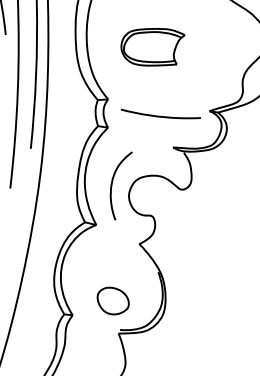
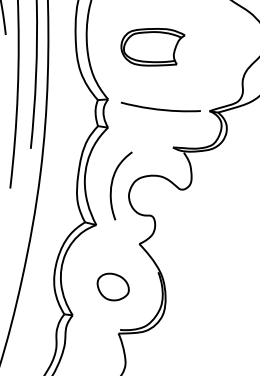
curve at (160, 115) position: (160, 115) -> (160, 108)
part at (112, 300) position: (112, 300) -> (112, 286)
